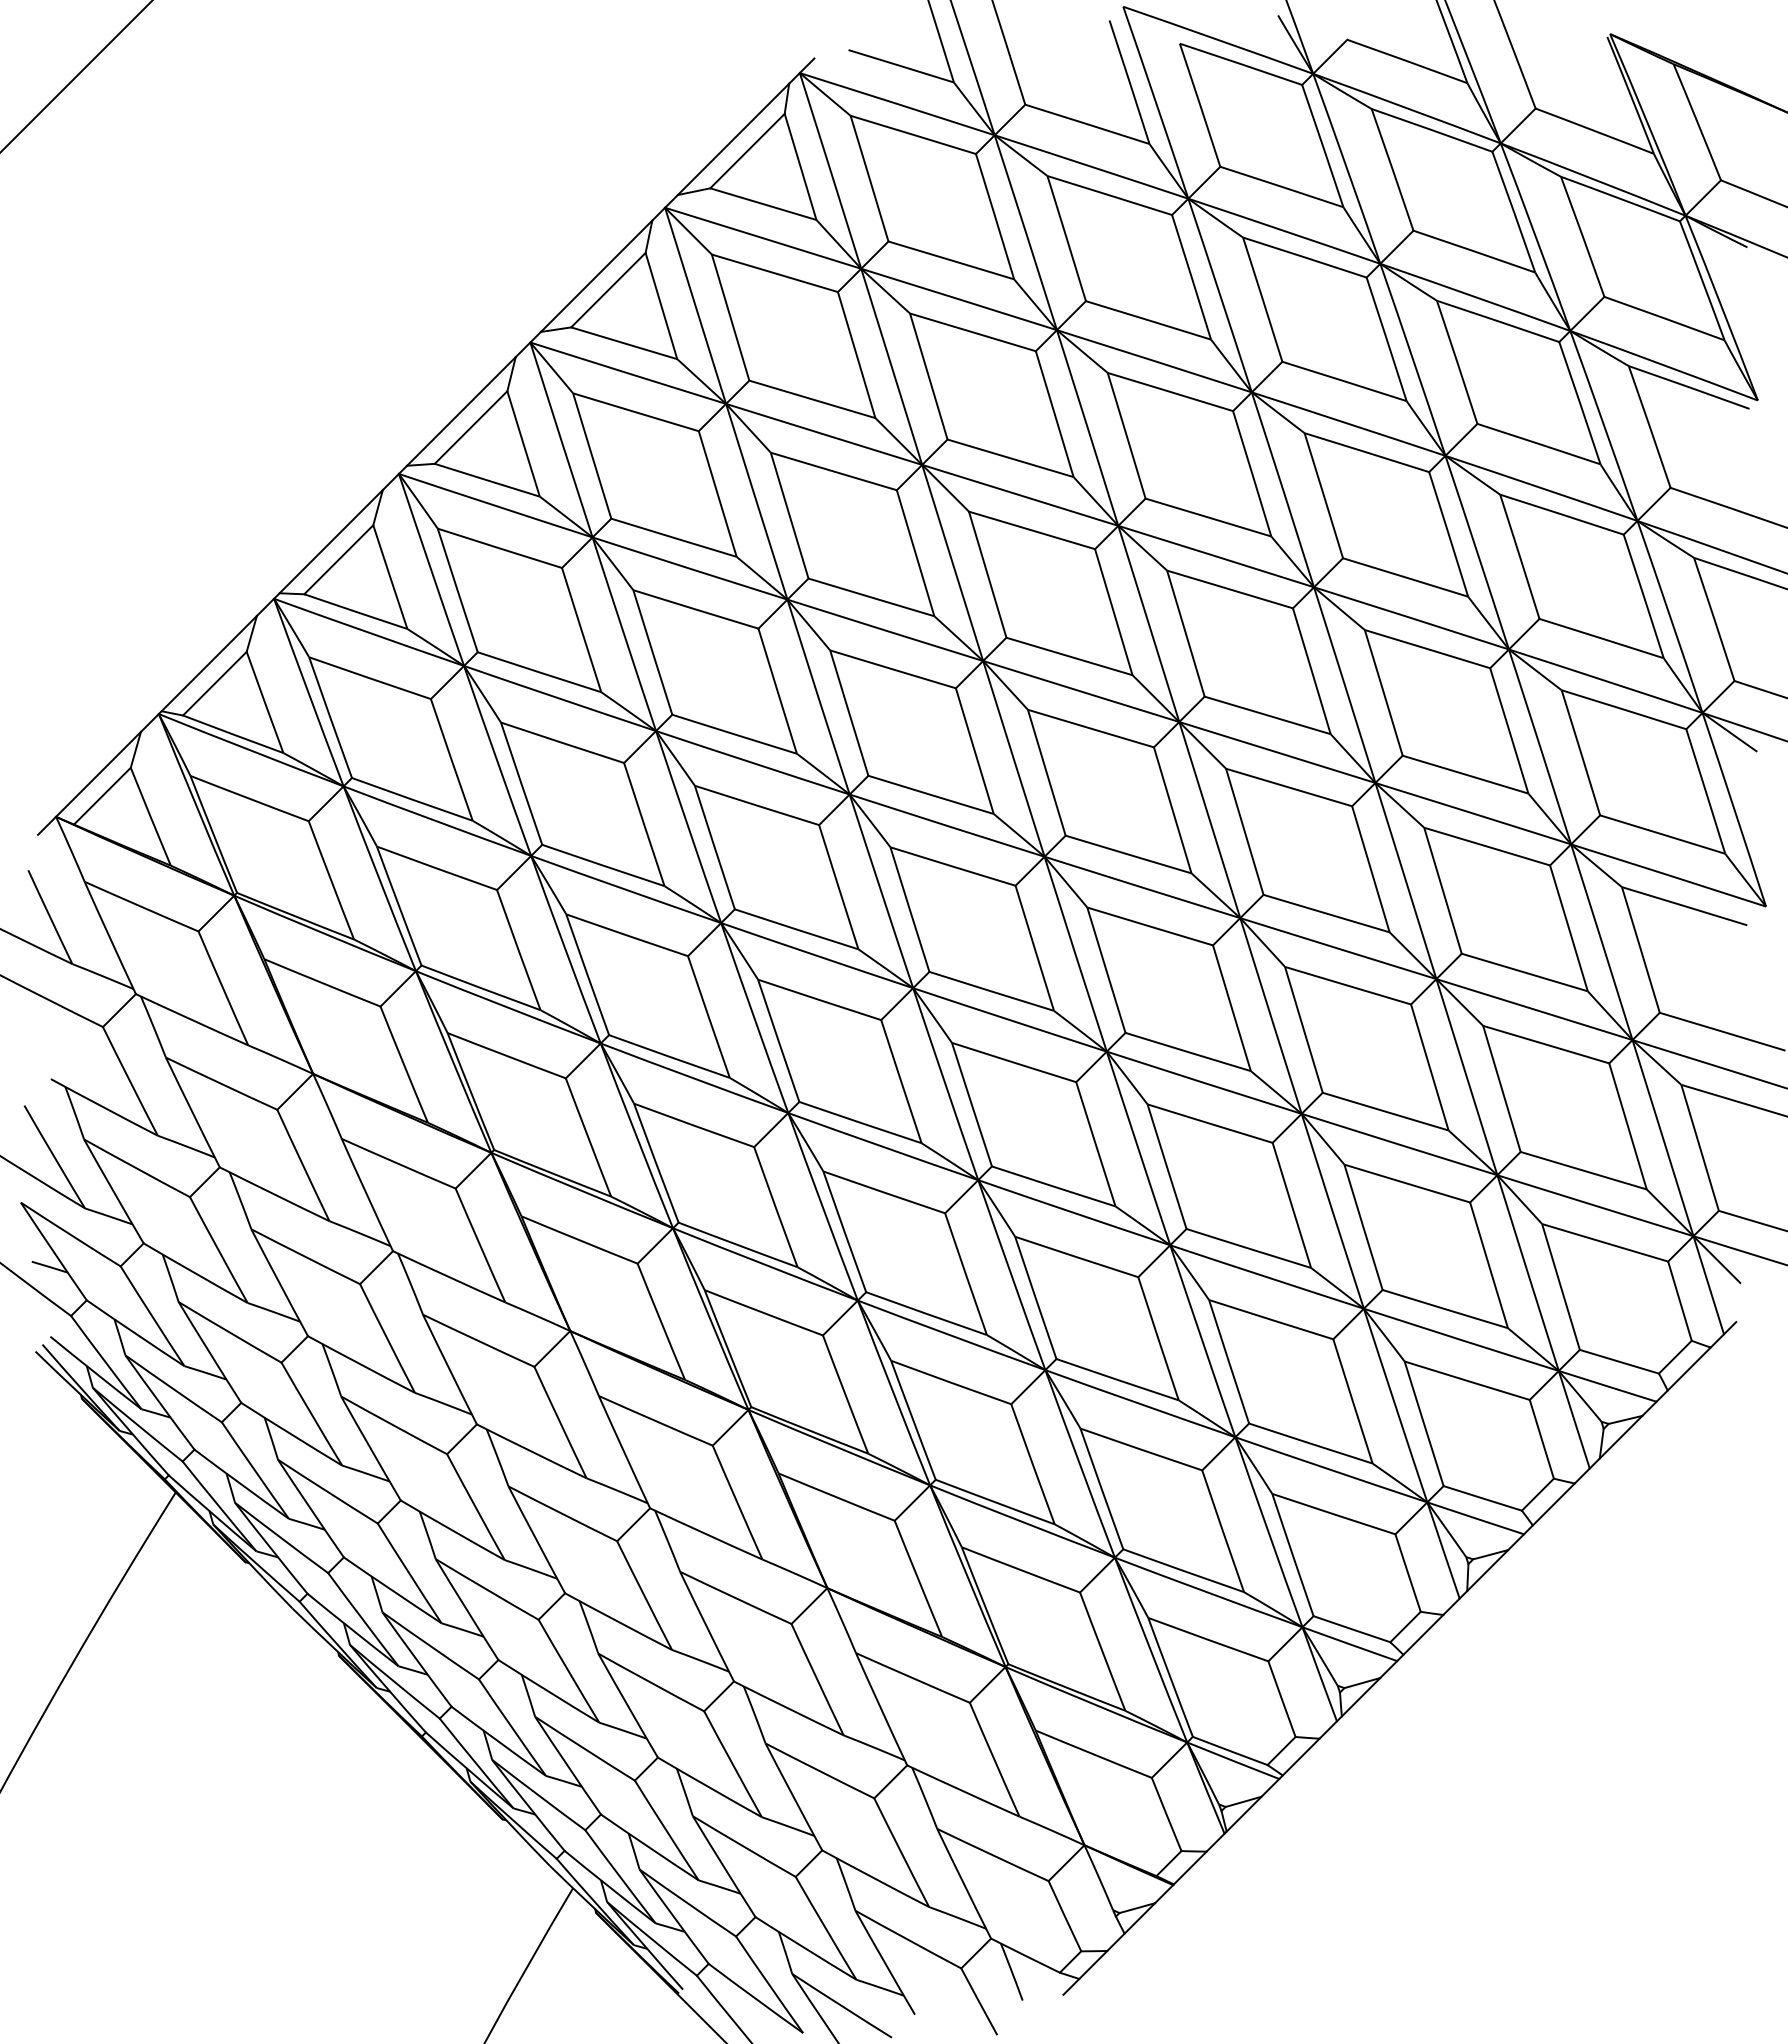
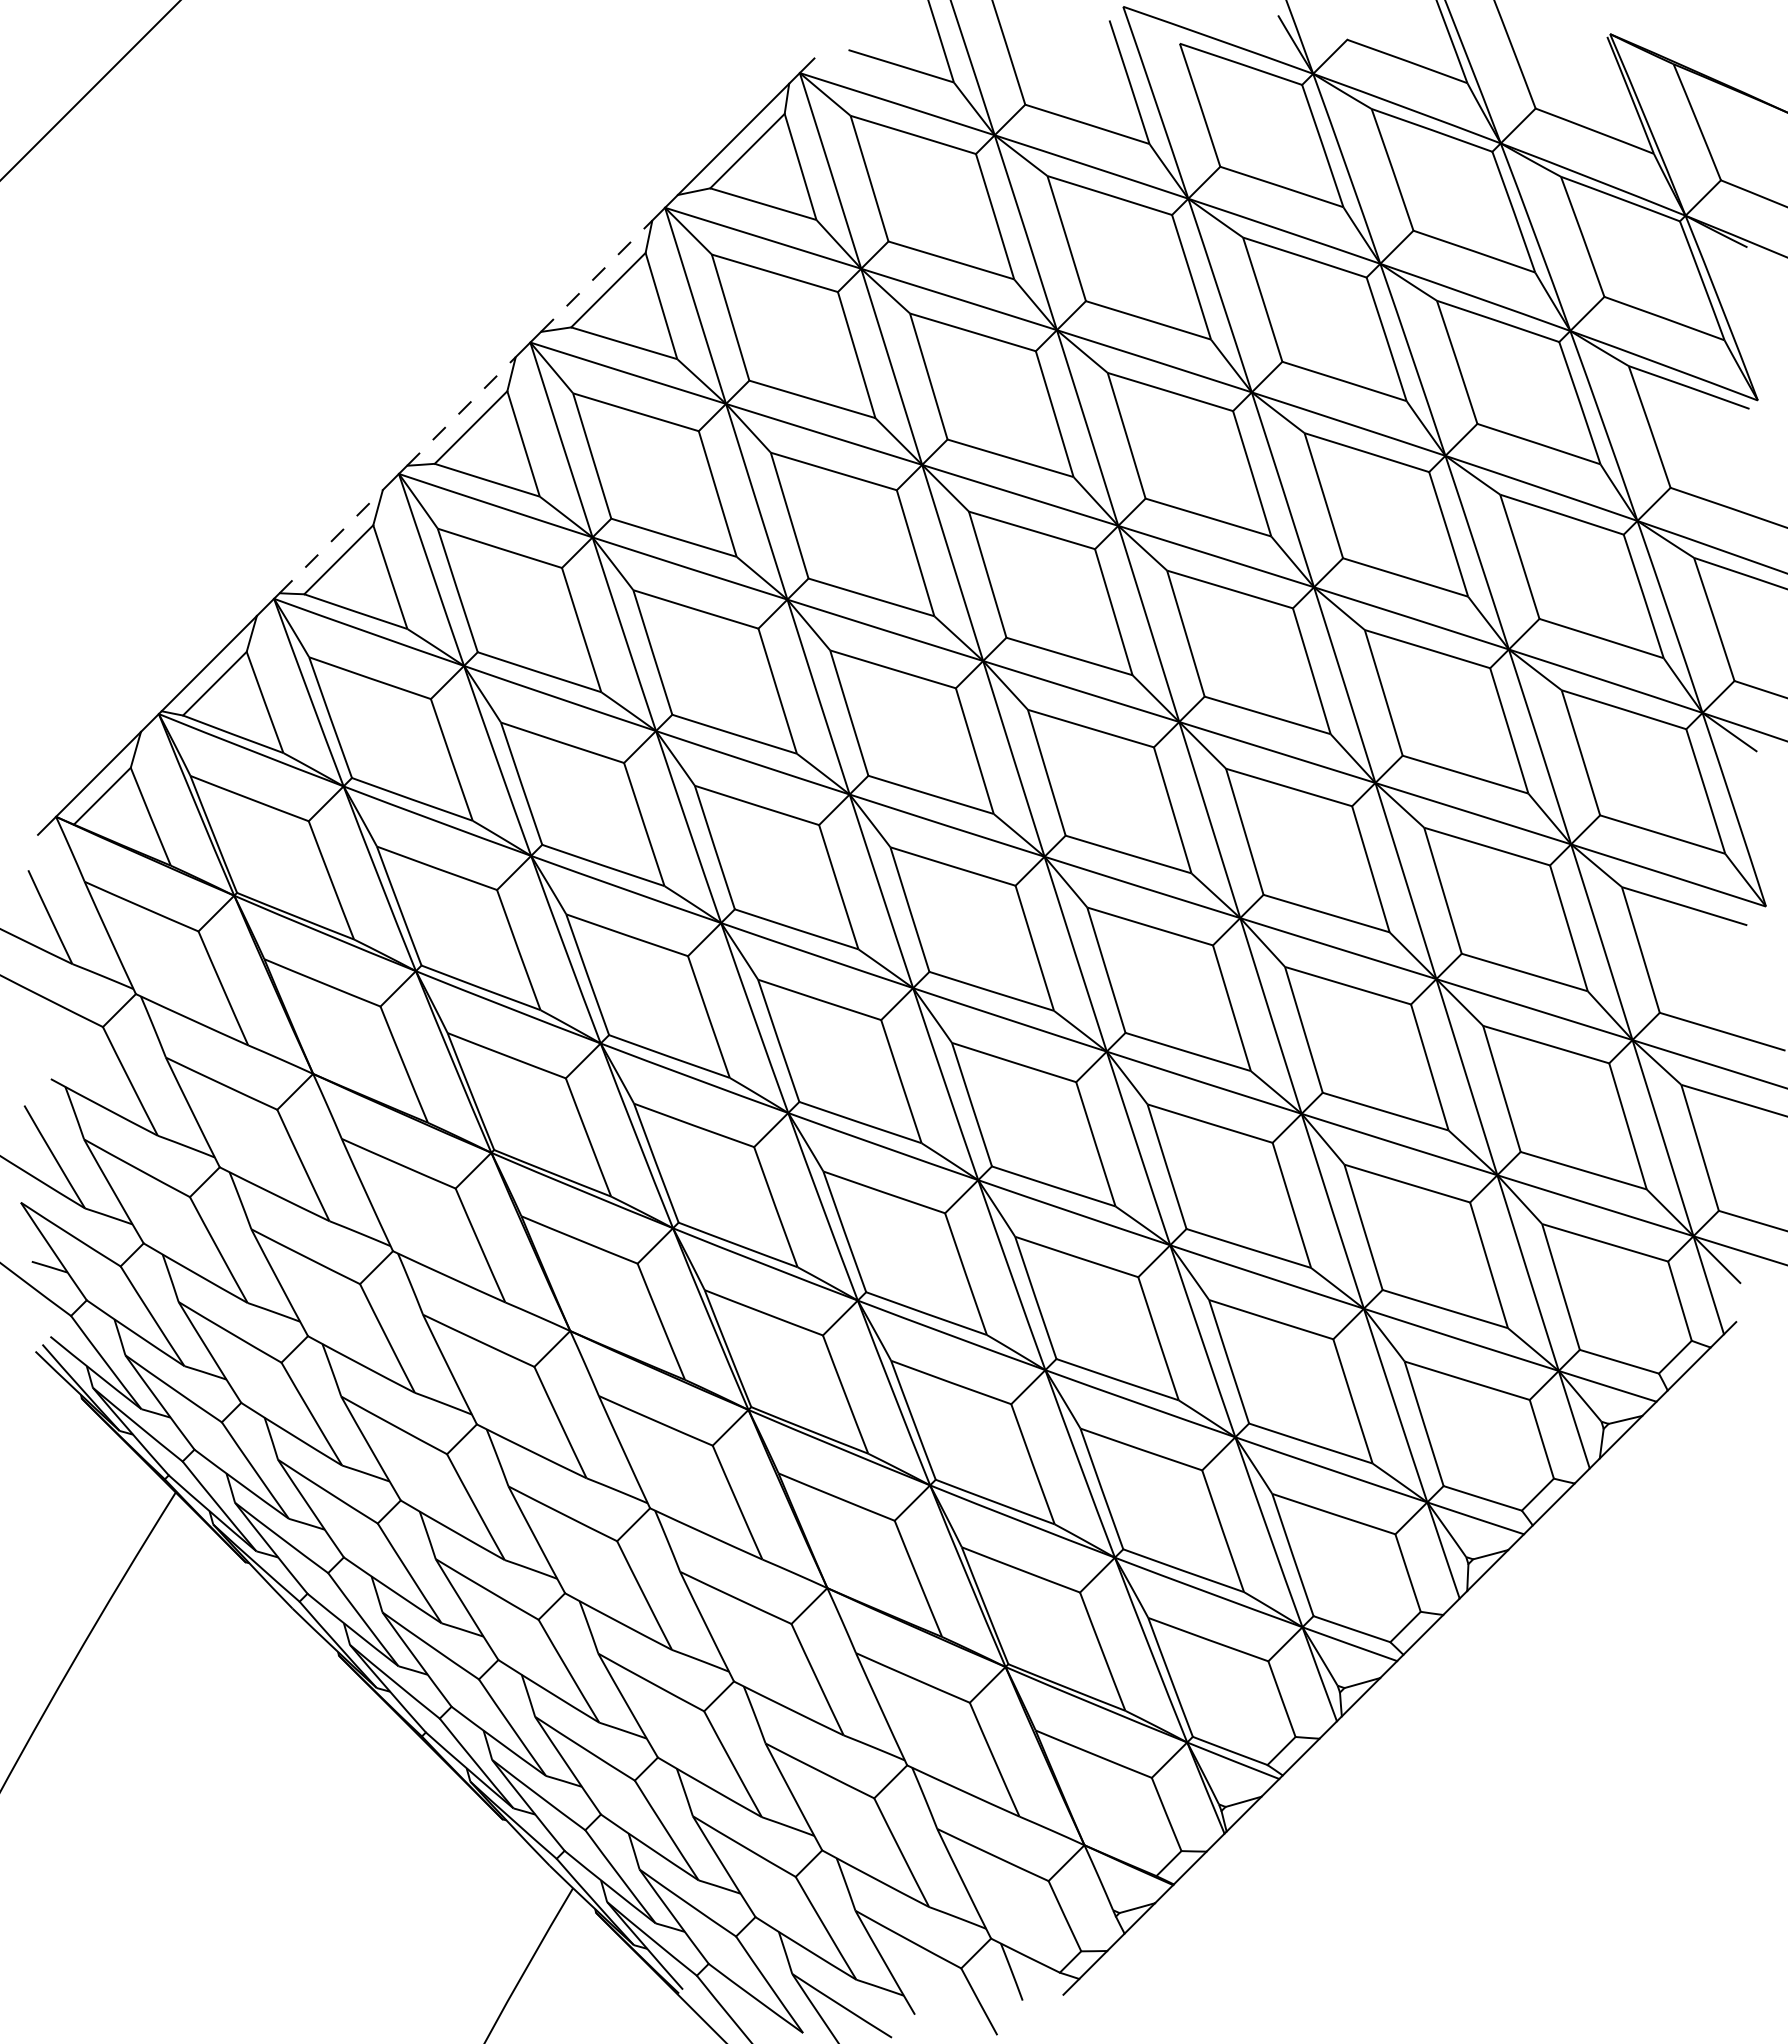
line at (76, 76) position: (76, 76) -> (90, 90)
line at (596, 276): solid -> dashed
line at (461, 411): solid -> dashed
line at (331, 541): solid -> dashed
